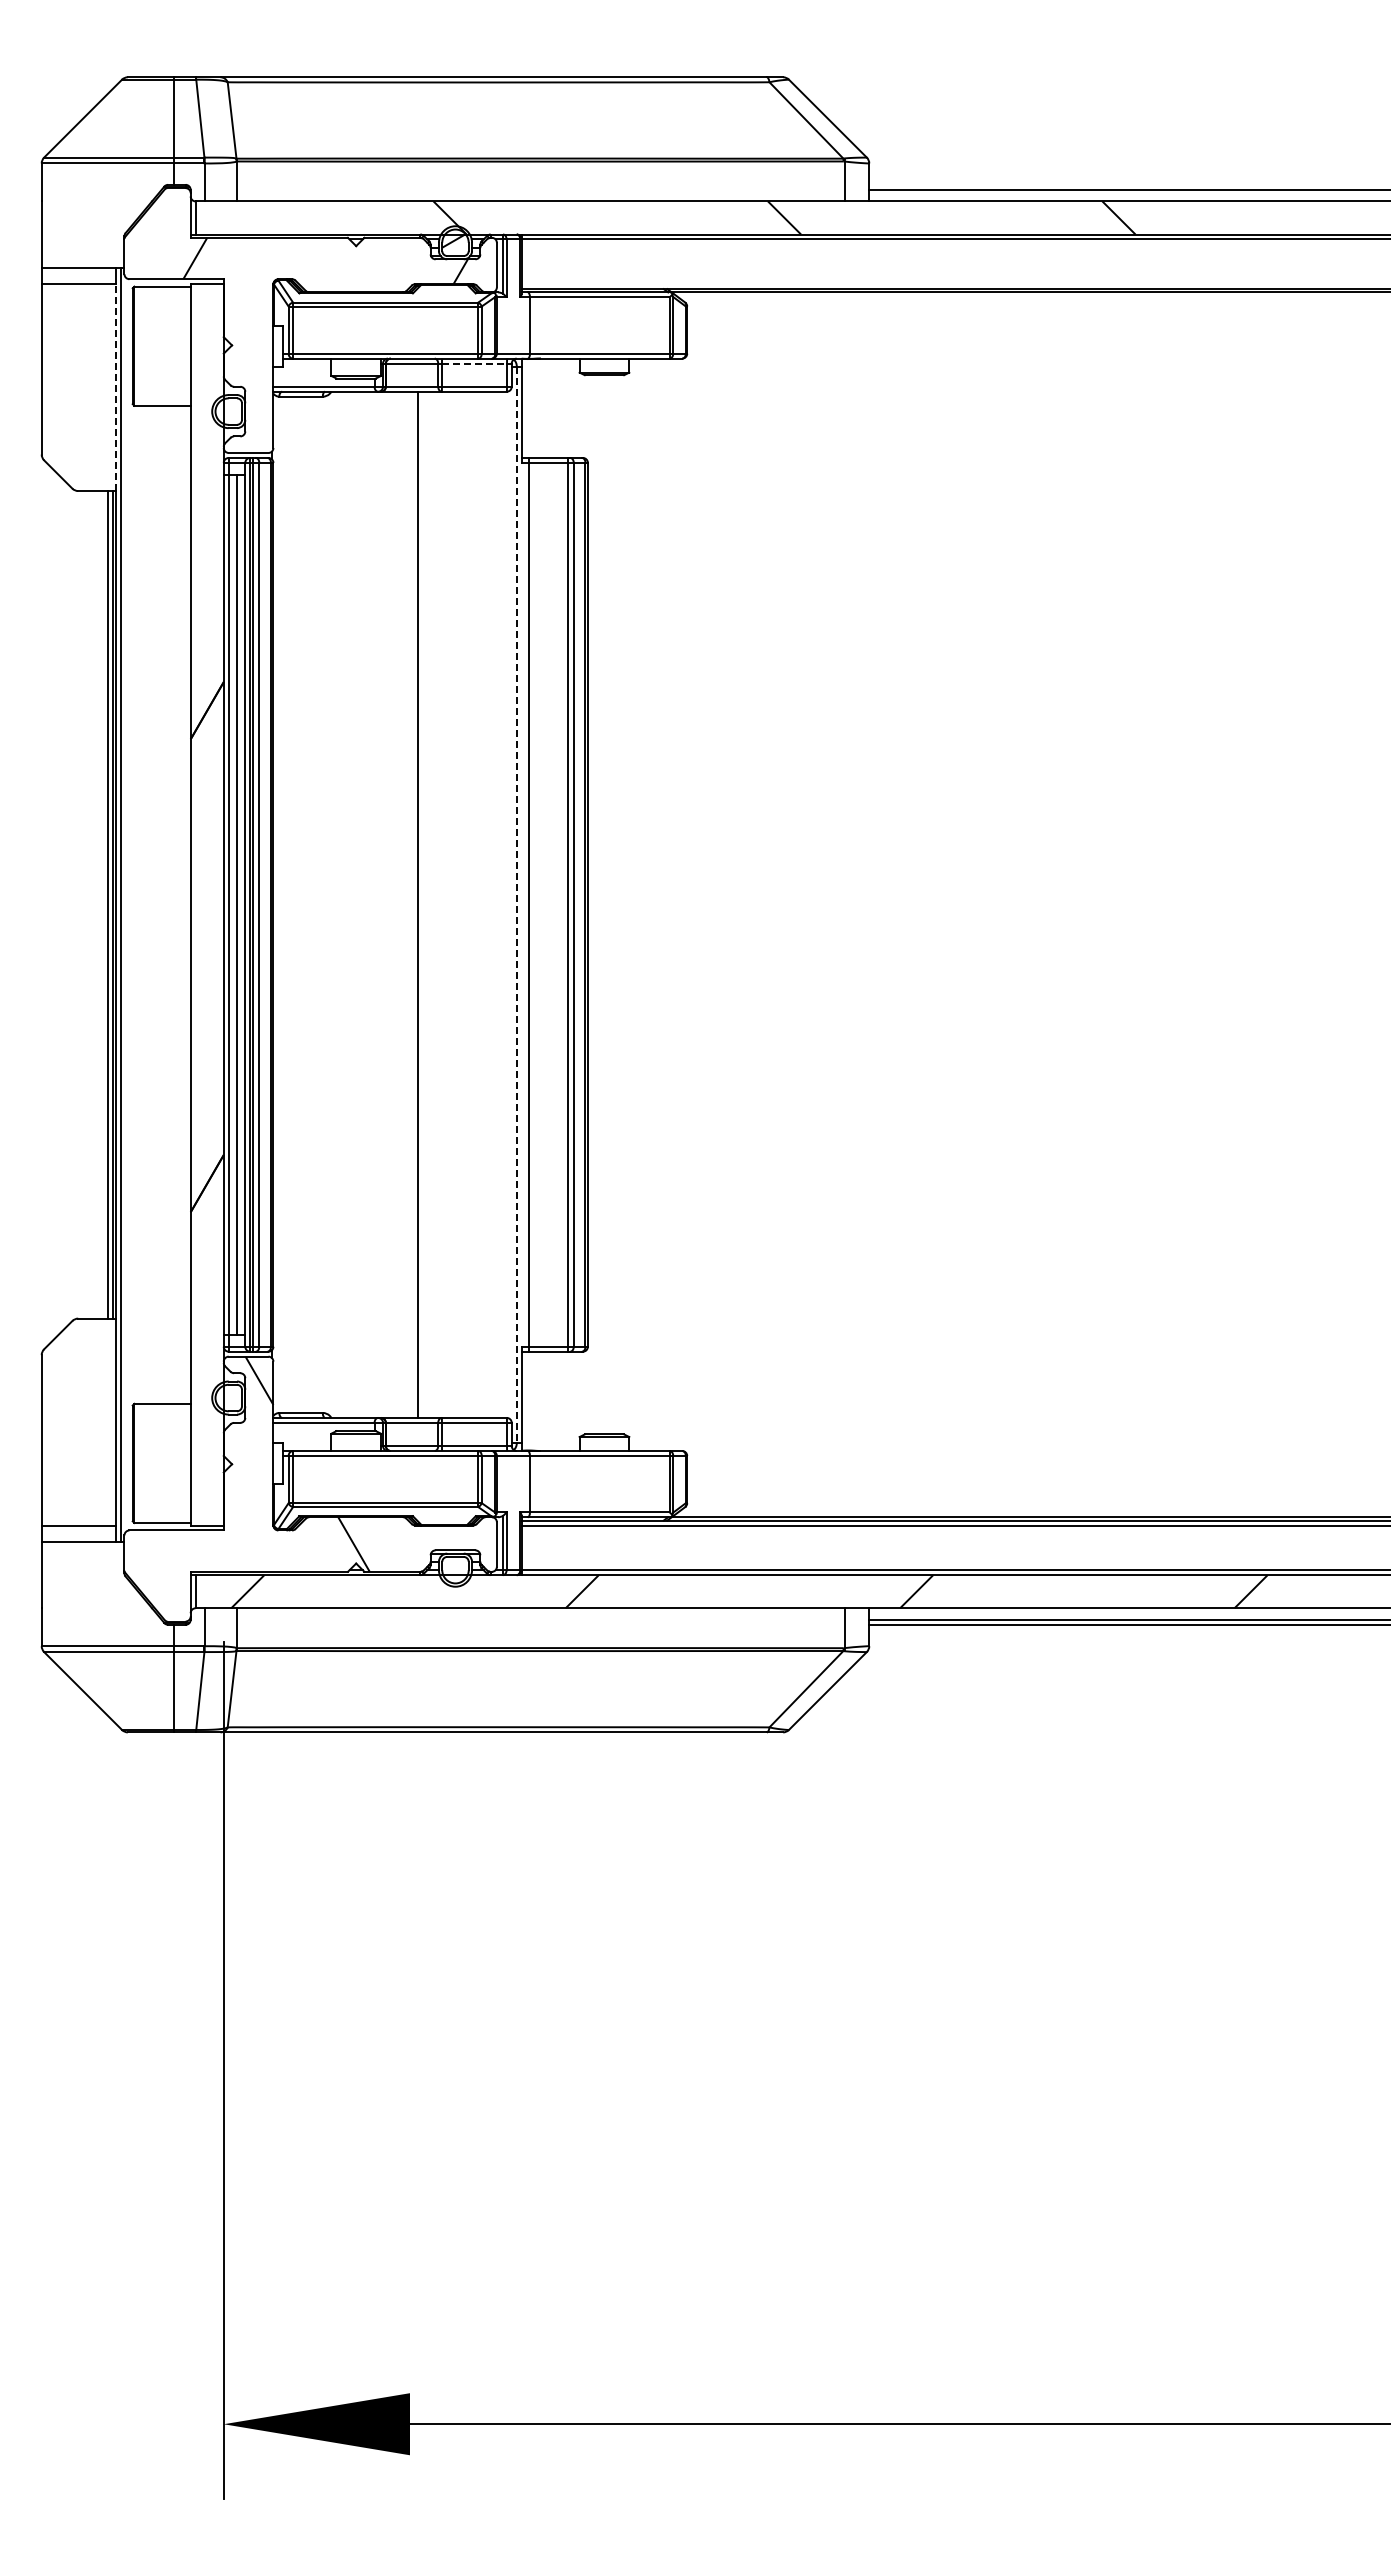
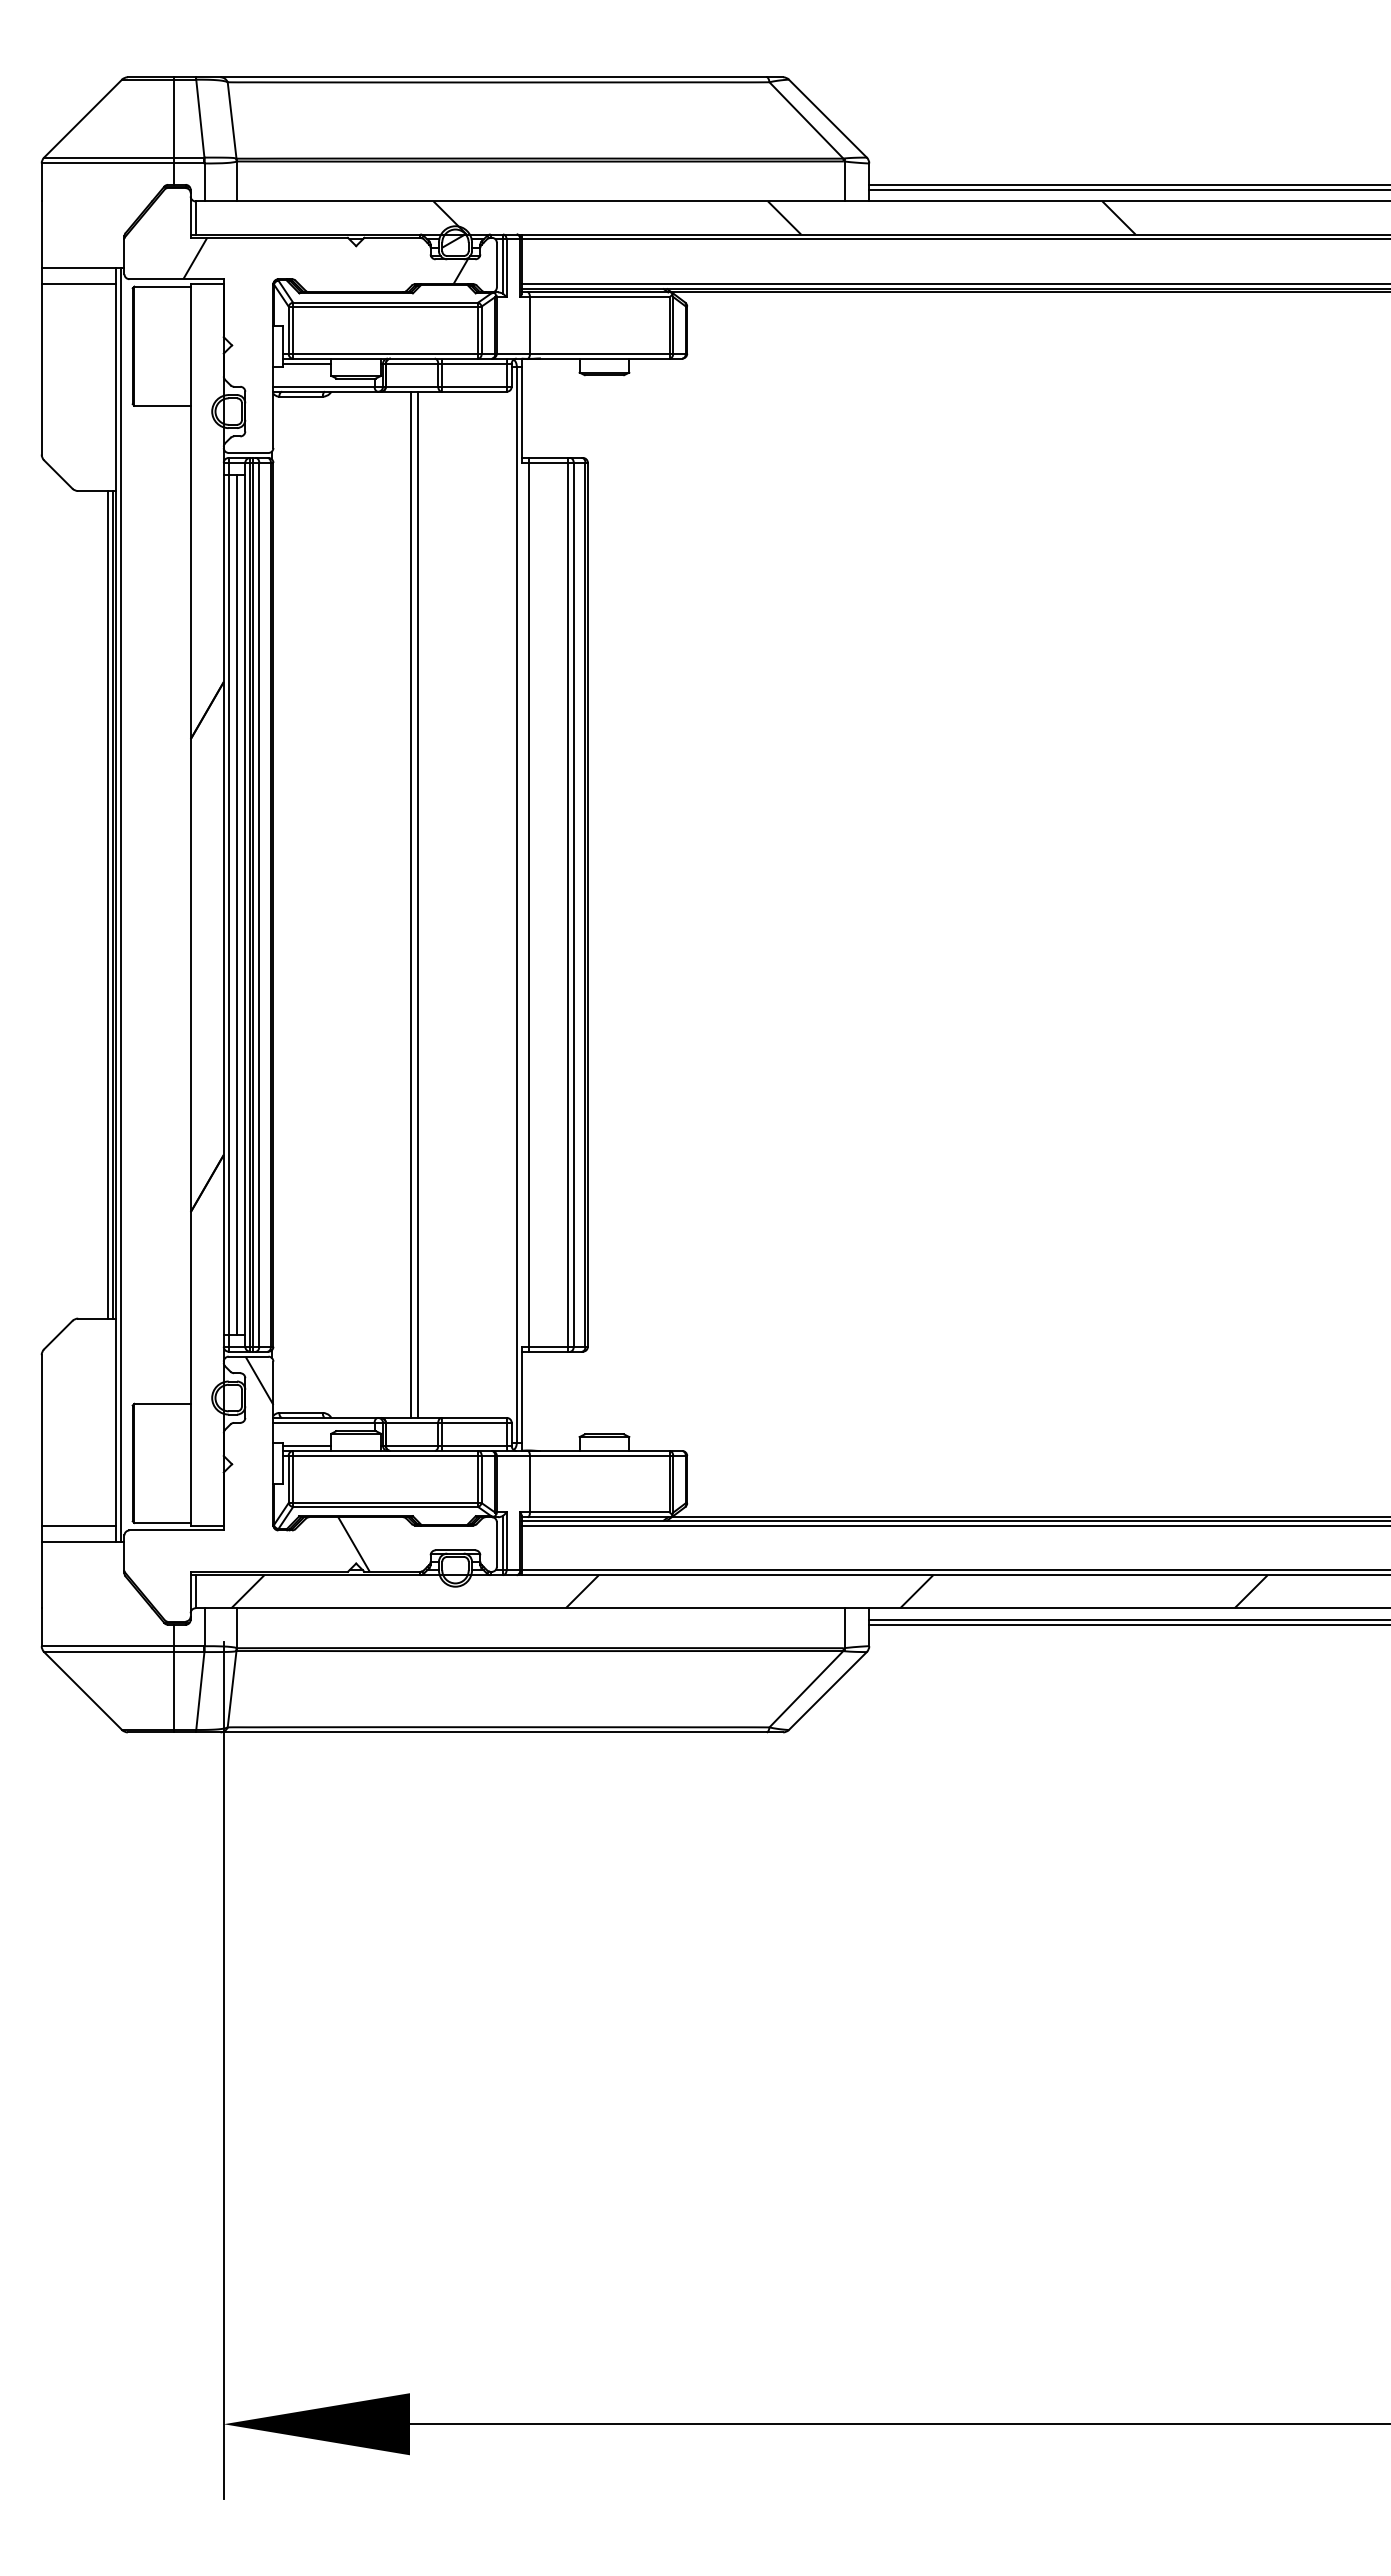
line at (1128, 184): none -> present
line at (954, 284): none -> present
line at (307, 363): none -> present
line at (474, 363): dashed -> solid
line at (116, 387): dashed -> solid
line at (411, 904): none -> present
line at (516, 904): dashed -> solid
line at (307, 1446): none -> present
